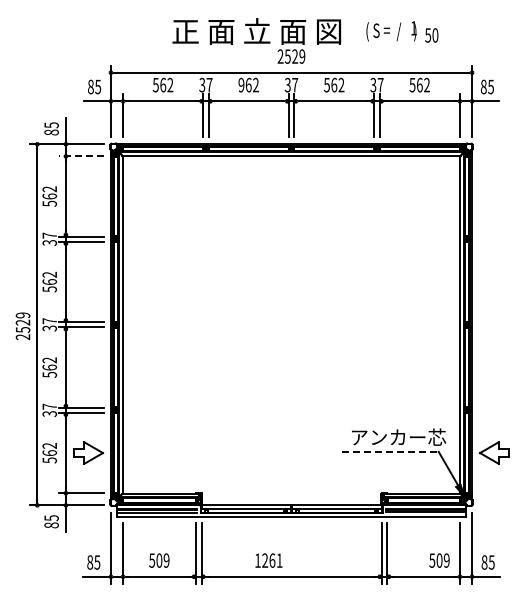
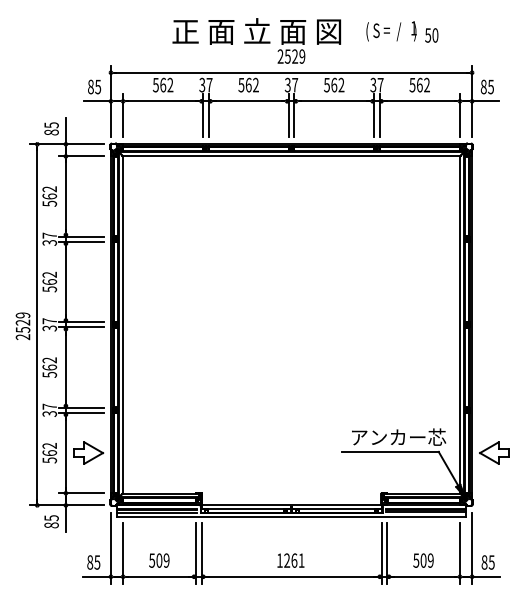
text at (241, 84): 962 -> 562
line at (80, 156): dashed -> solid
line at (391, 451): dashed -> solid
text at (268, 560) position: (268, 560) -> (290, 560)
text at (439, 560) position: (439, 560) -> (423, 560)
